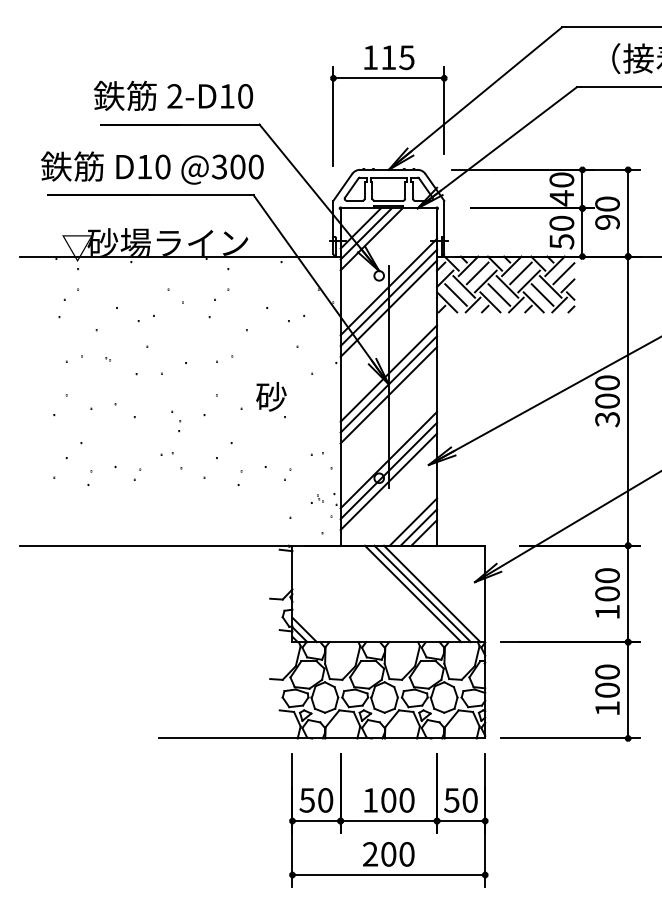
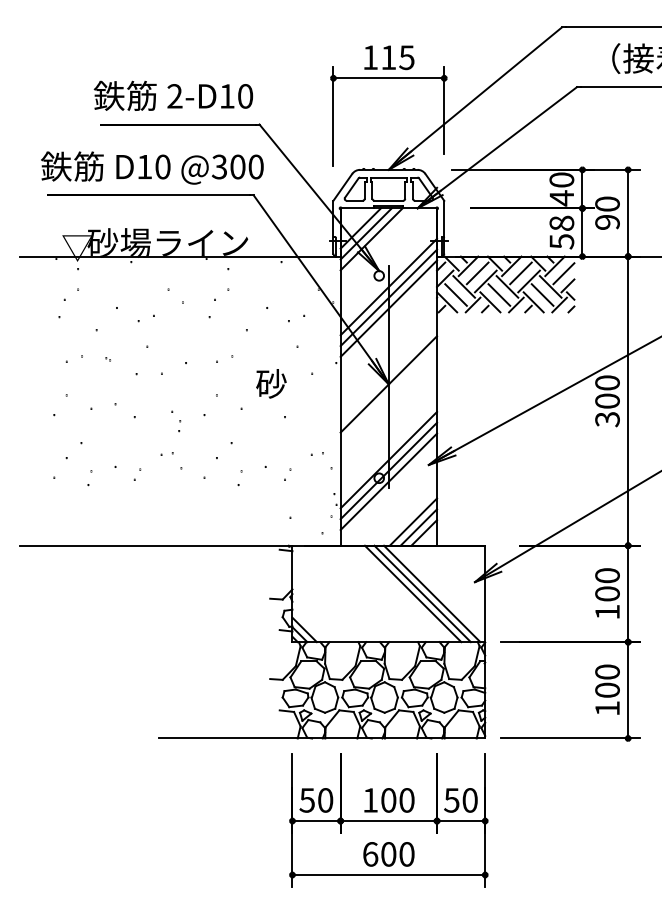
text at (561, 222): 50 -> 58
line at (388, 373): present -> none
line at (388, 395): present -> none
part at (271, 396) position: (271, 396) -> (271, 383)
part at (316, 498): present -> none
text at (370, 854): 200 -> 600
